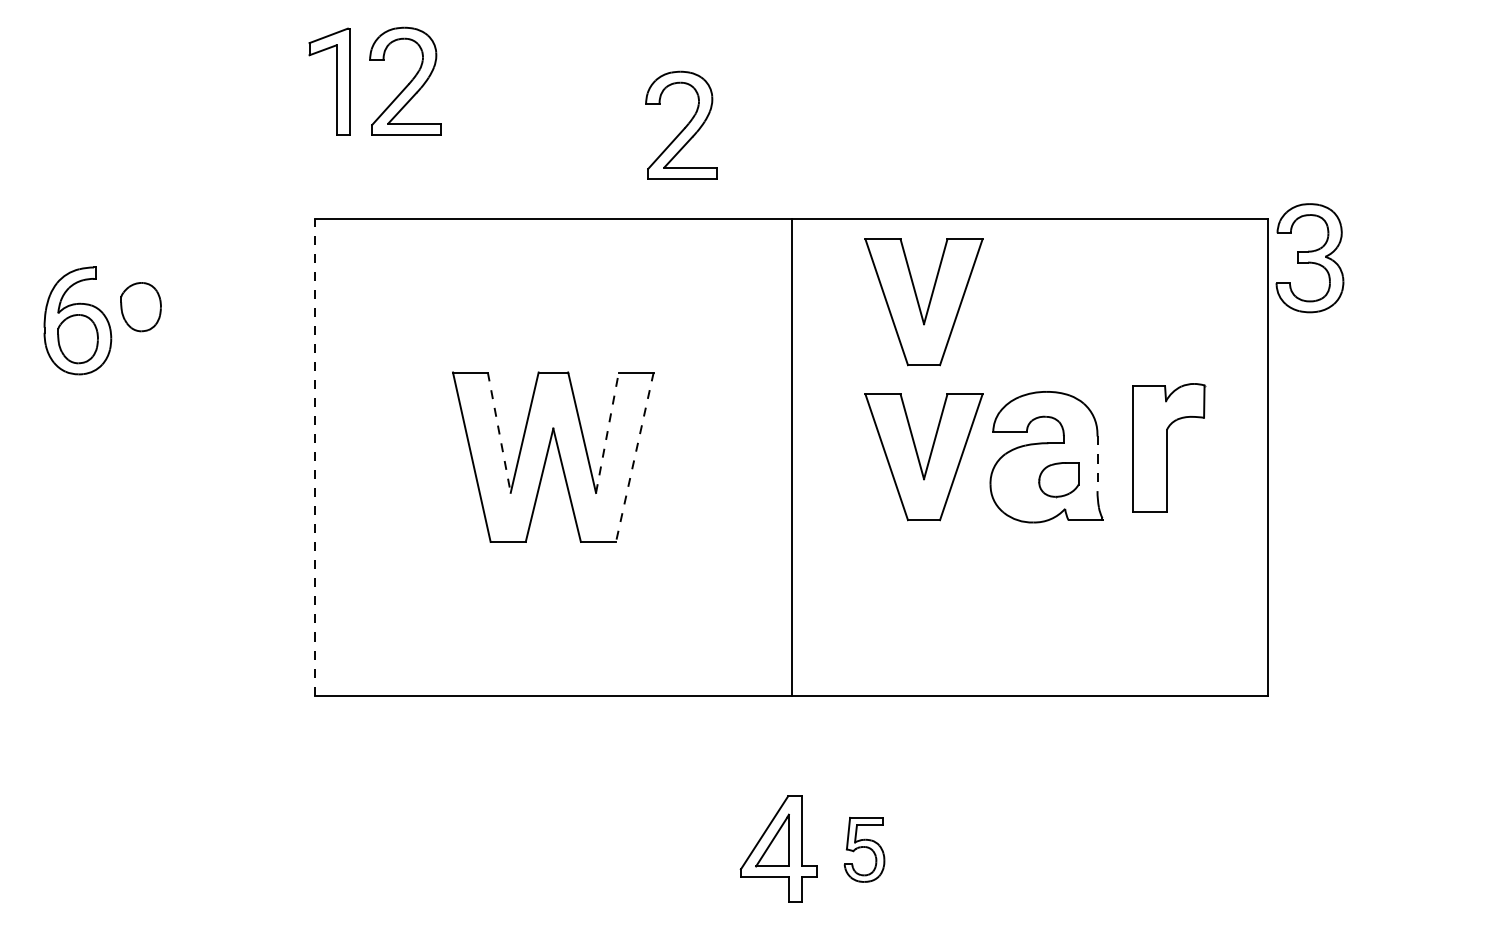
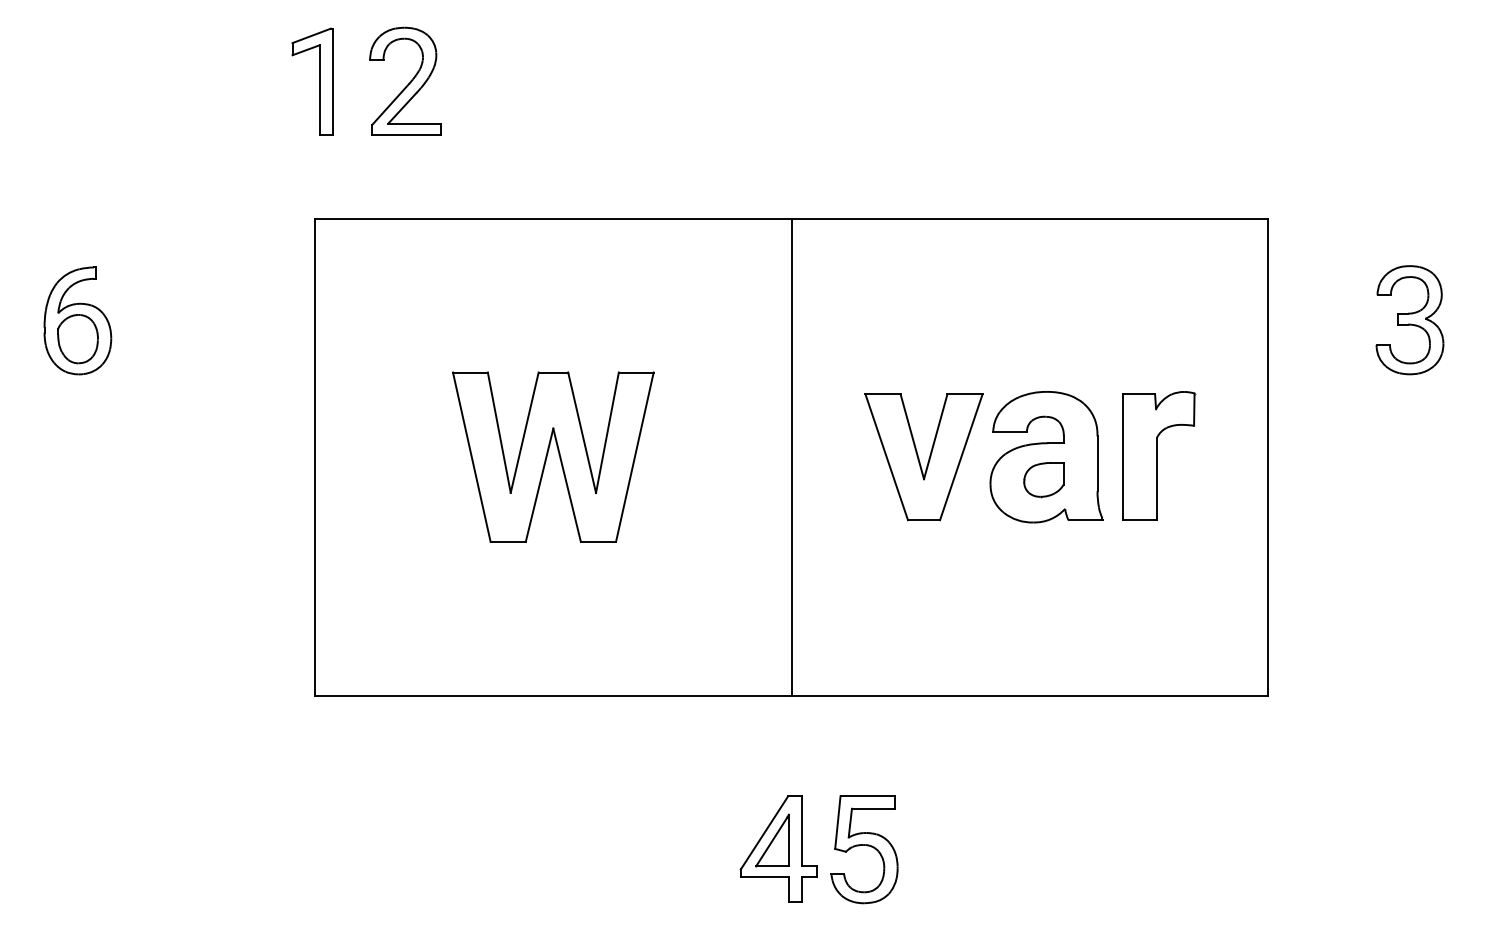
part at (336, 81) position: (336, 81) -> (319, 81)
part at (681, 124): present -> none
part at (1309, 258) position: (1309, 258) -> (1409, 320)
part at (923, 302): present -> none
part at (140, 307): present -> none
line at (607, 432): dashed -> solid
line at (499, 433): dashed -> solid
part at (1169, 447) position: (1169, 447) -> (1159, 455)
line at (314, 456): dashed -> solid
line at (634, 457): dashed -> solid
line at (1097, 464): dashed -> solid
part at (1058, 480) position: (1058, 480) -> (1043, 480)
part at (864, 849) size: 43x66 px -> 69x110 px
